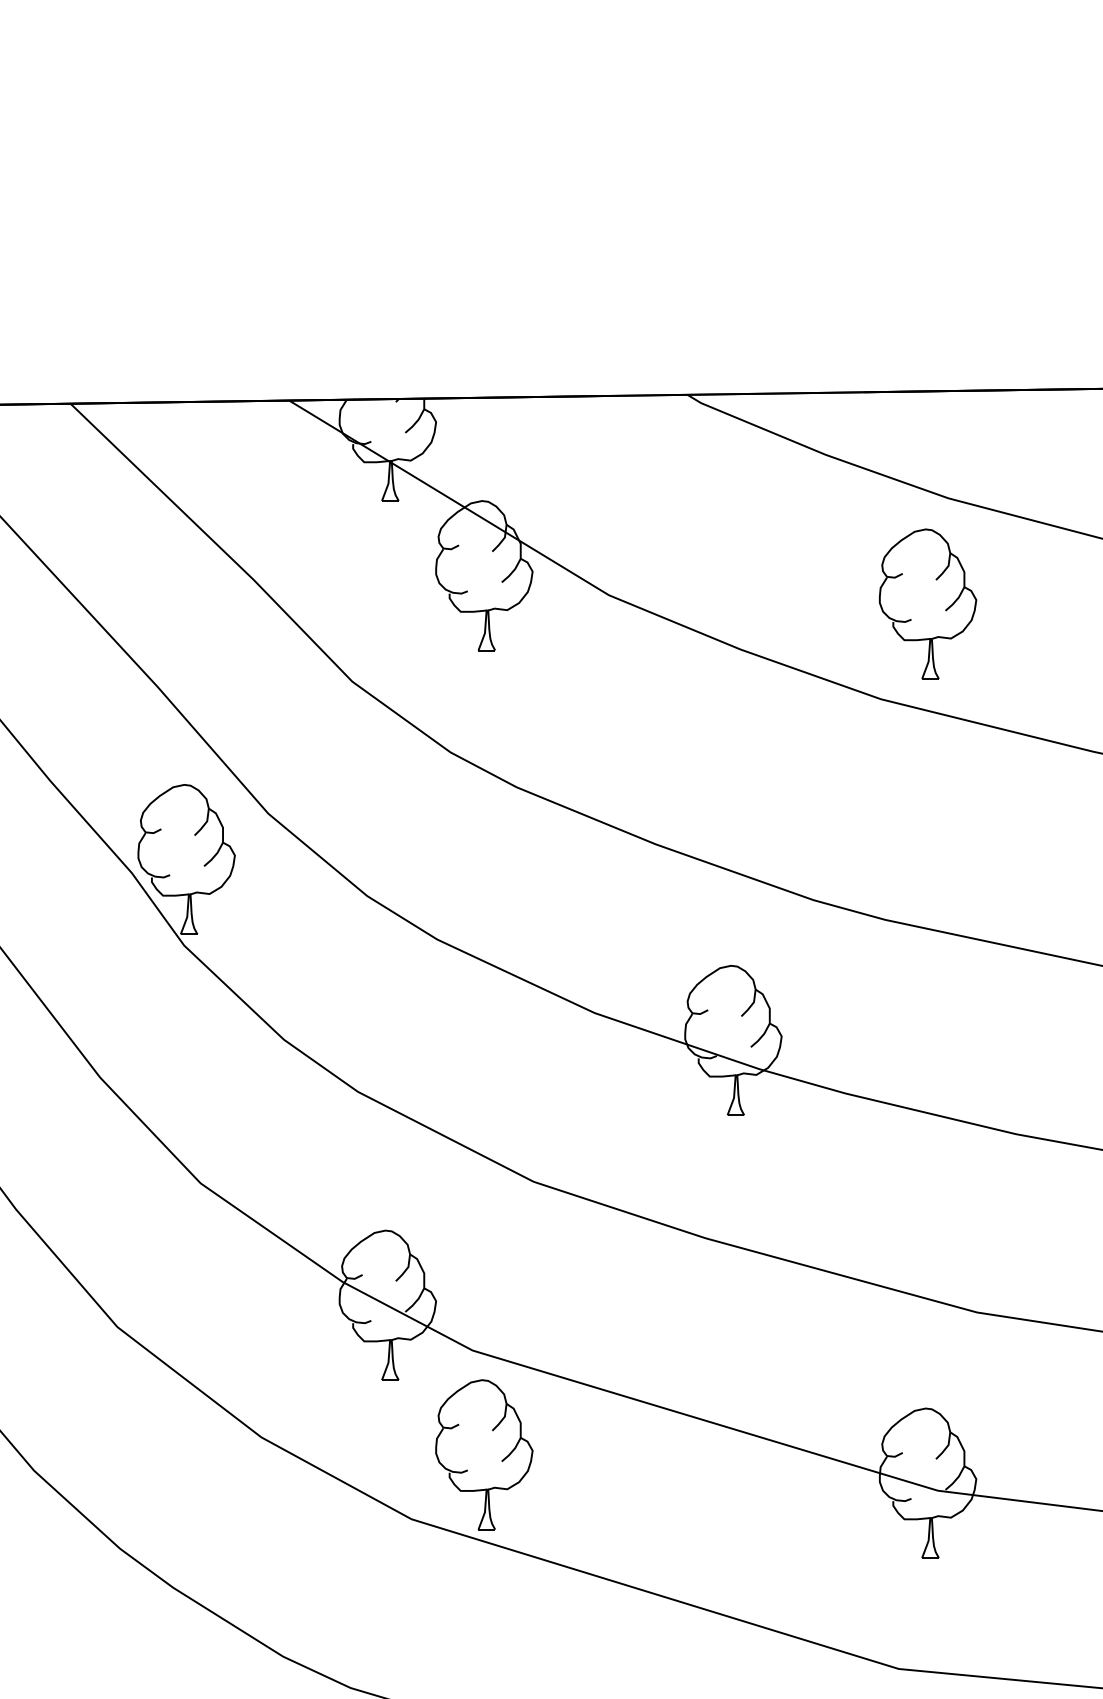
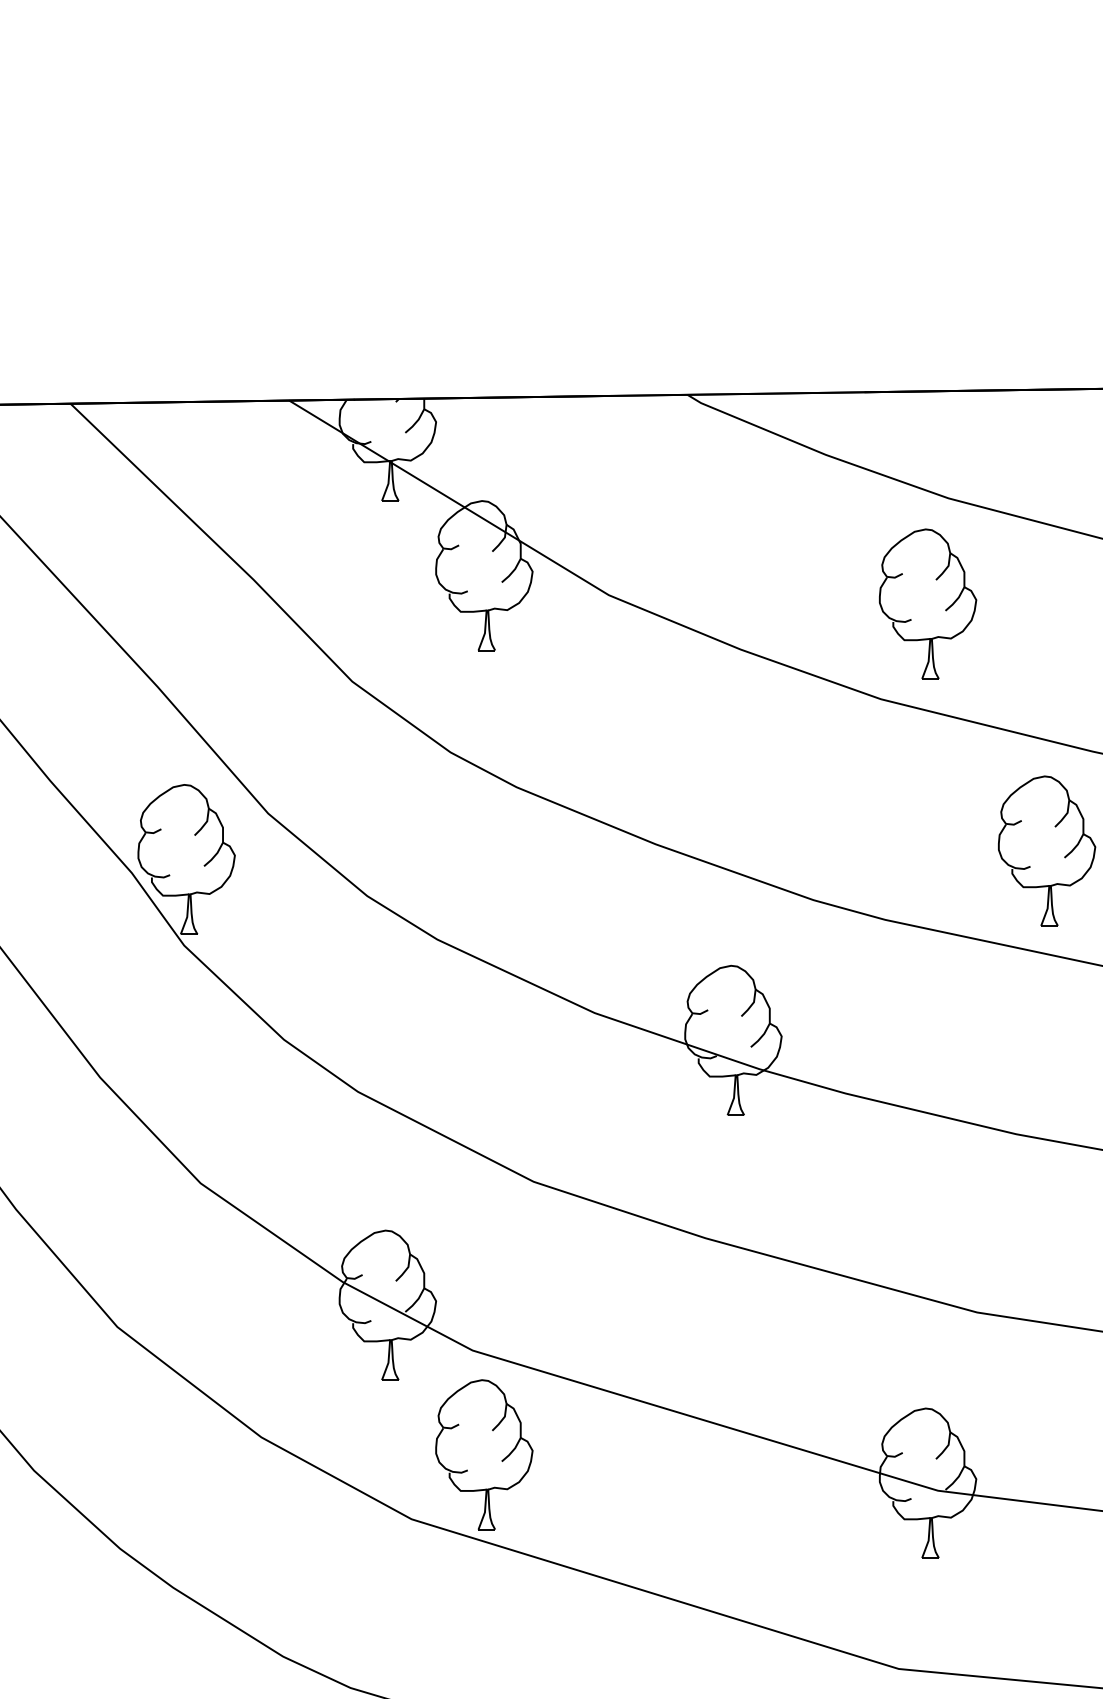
part at (1047, 850): none -> present
